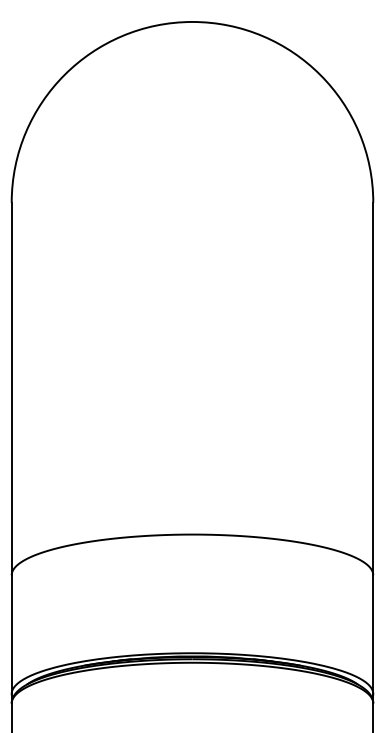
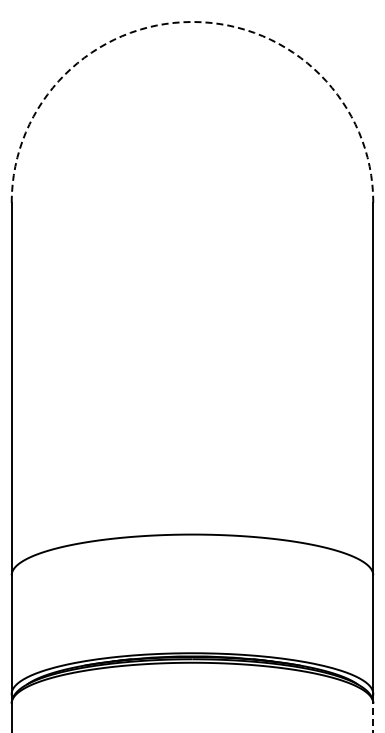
arc at (192, 21): solid -> dashed
line at (373, 717): solid -> dashed
